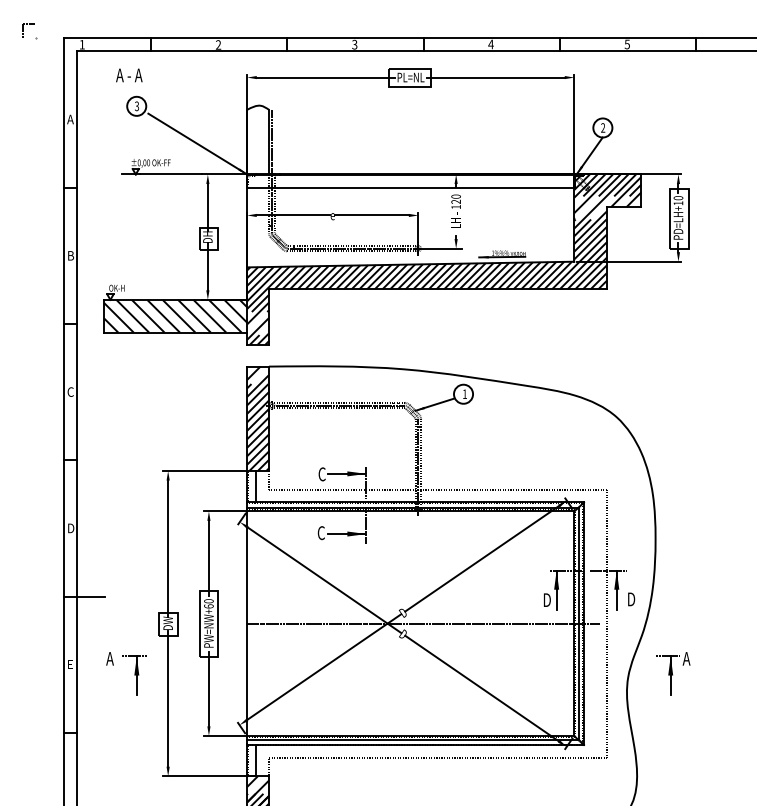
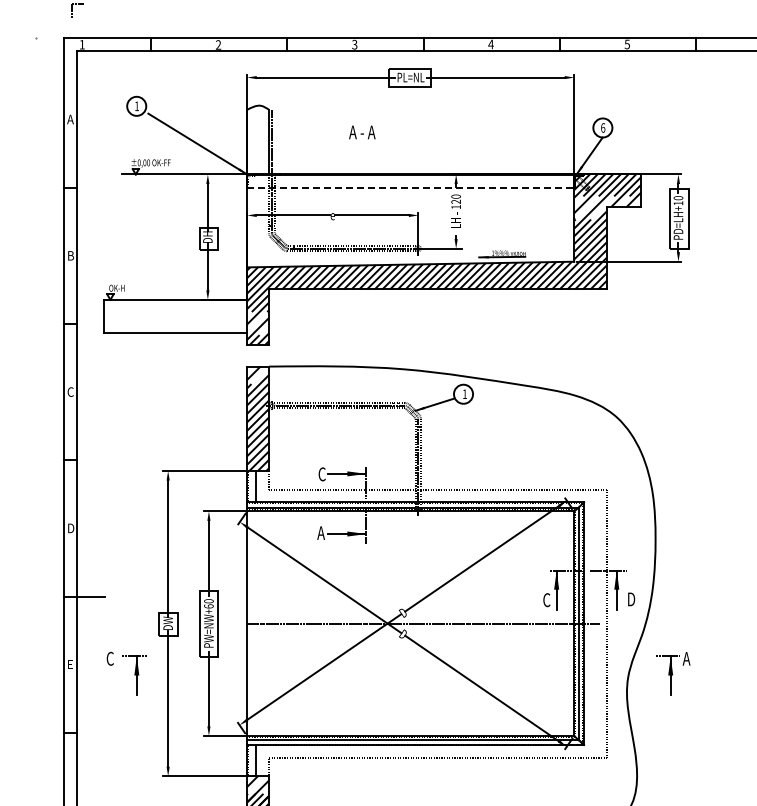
part at (28, 30) position: (28, 30) -> (77, 10)
text at (129, 75) position: (129, 75) -> (362, 132)
text at (136, 106): 3 -> 1
text at (603, 127): 2 -> 6
line at (410, 188): solid -> dashed
hatch at (175, 315): present -> none
text at (320, 533): C -> A
text at (546, 600): D -> C
text at (109, 658): A -> C
